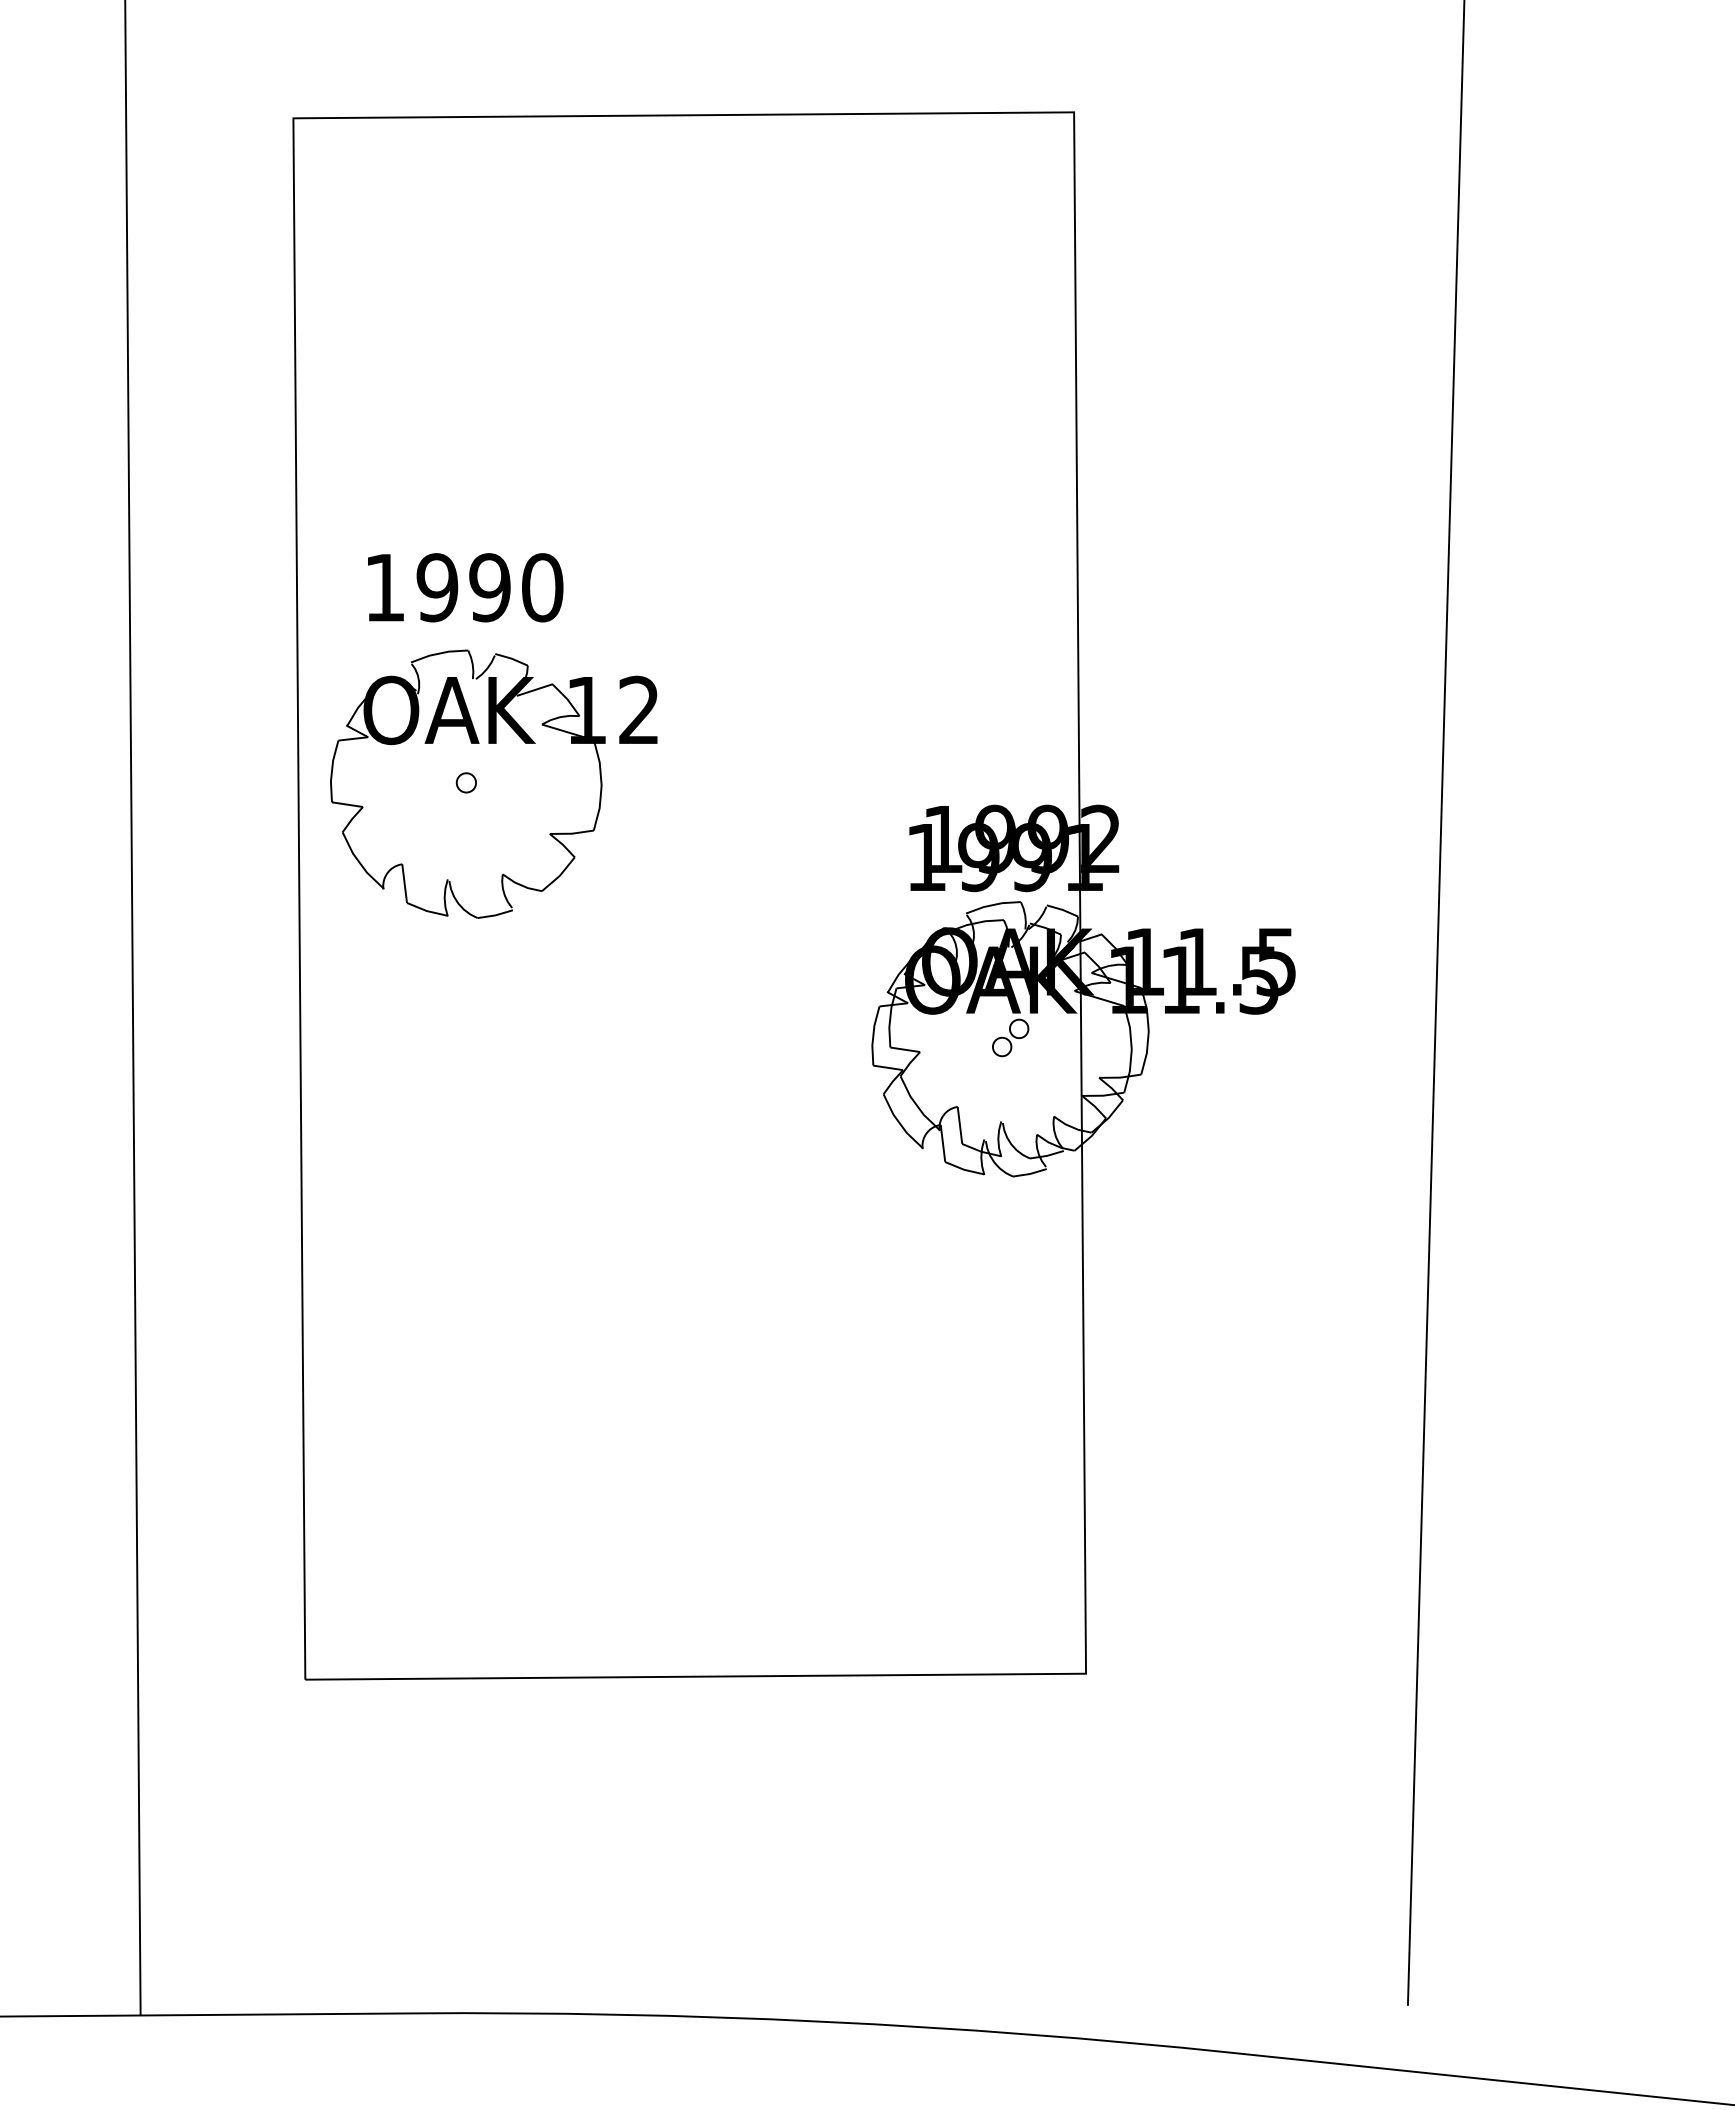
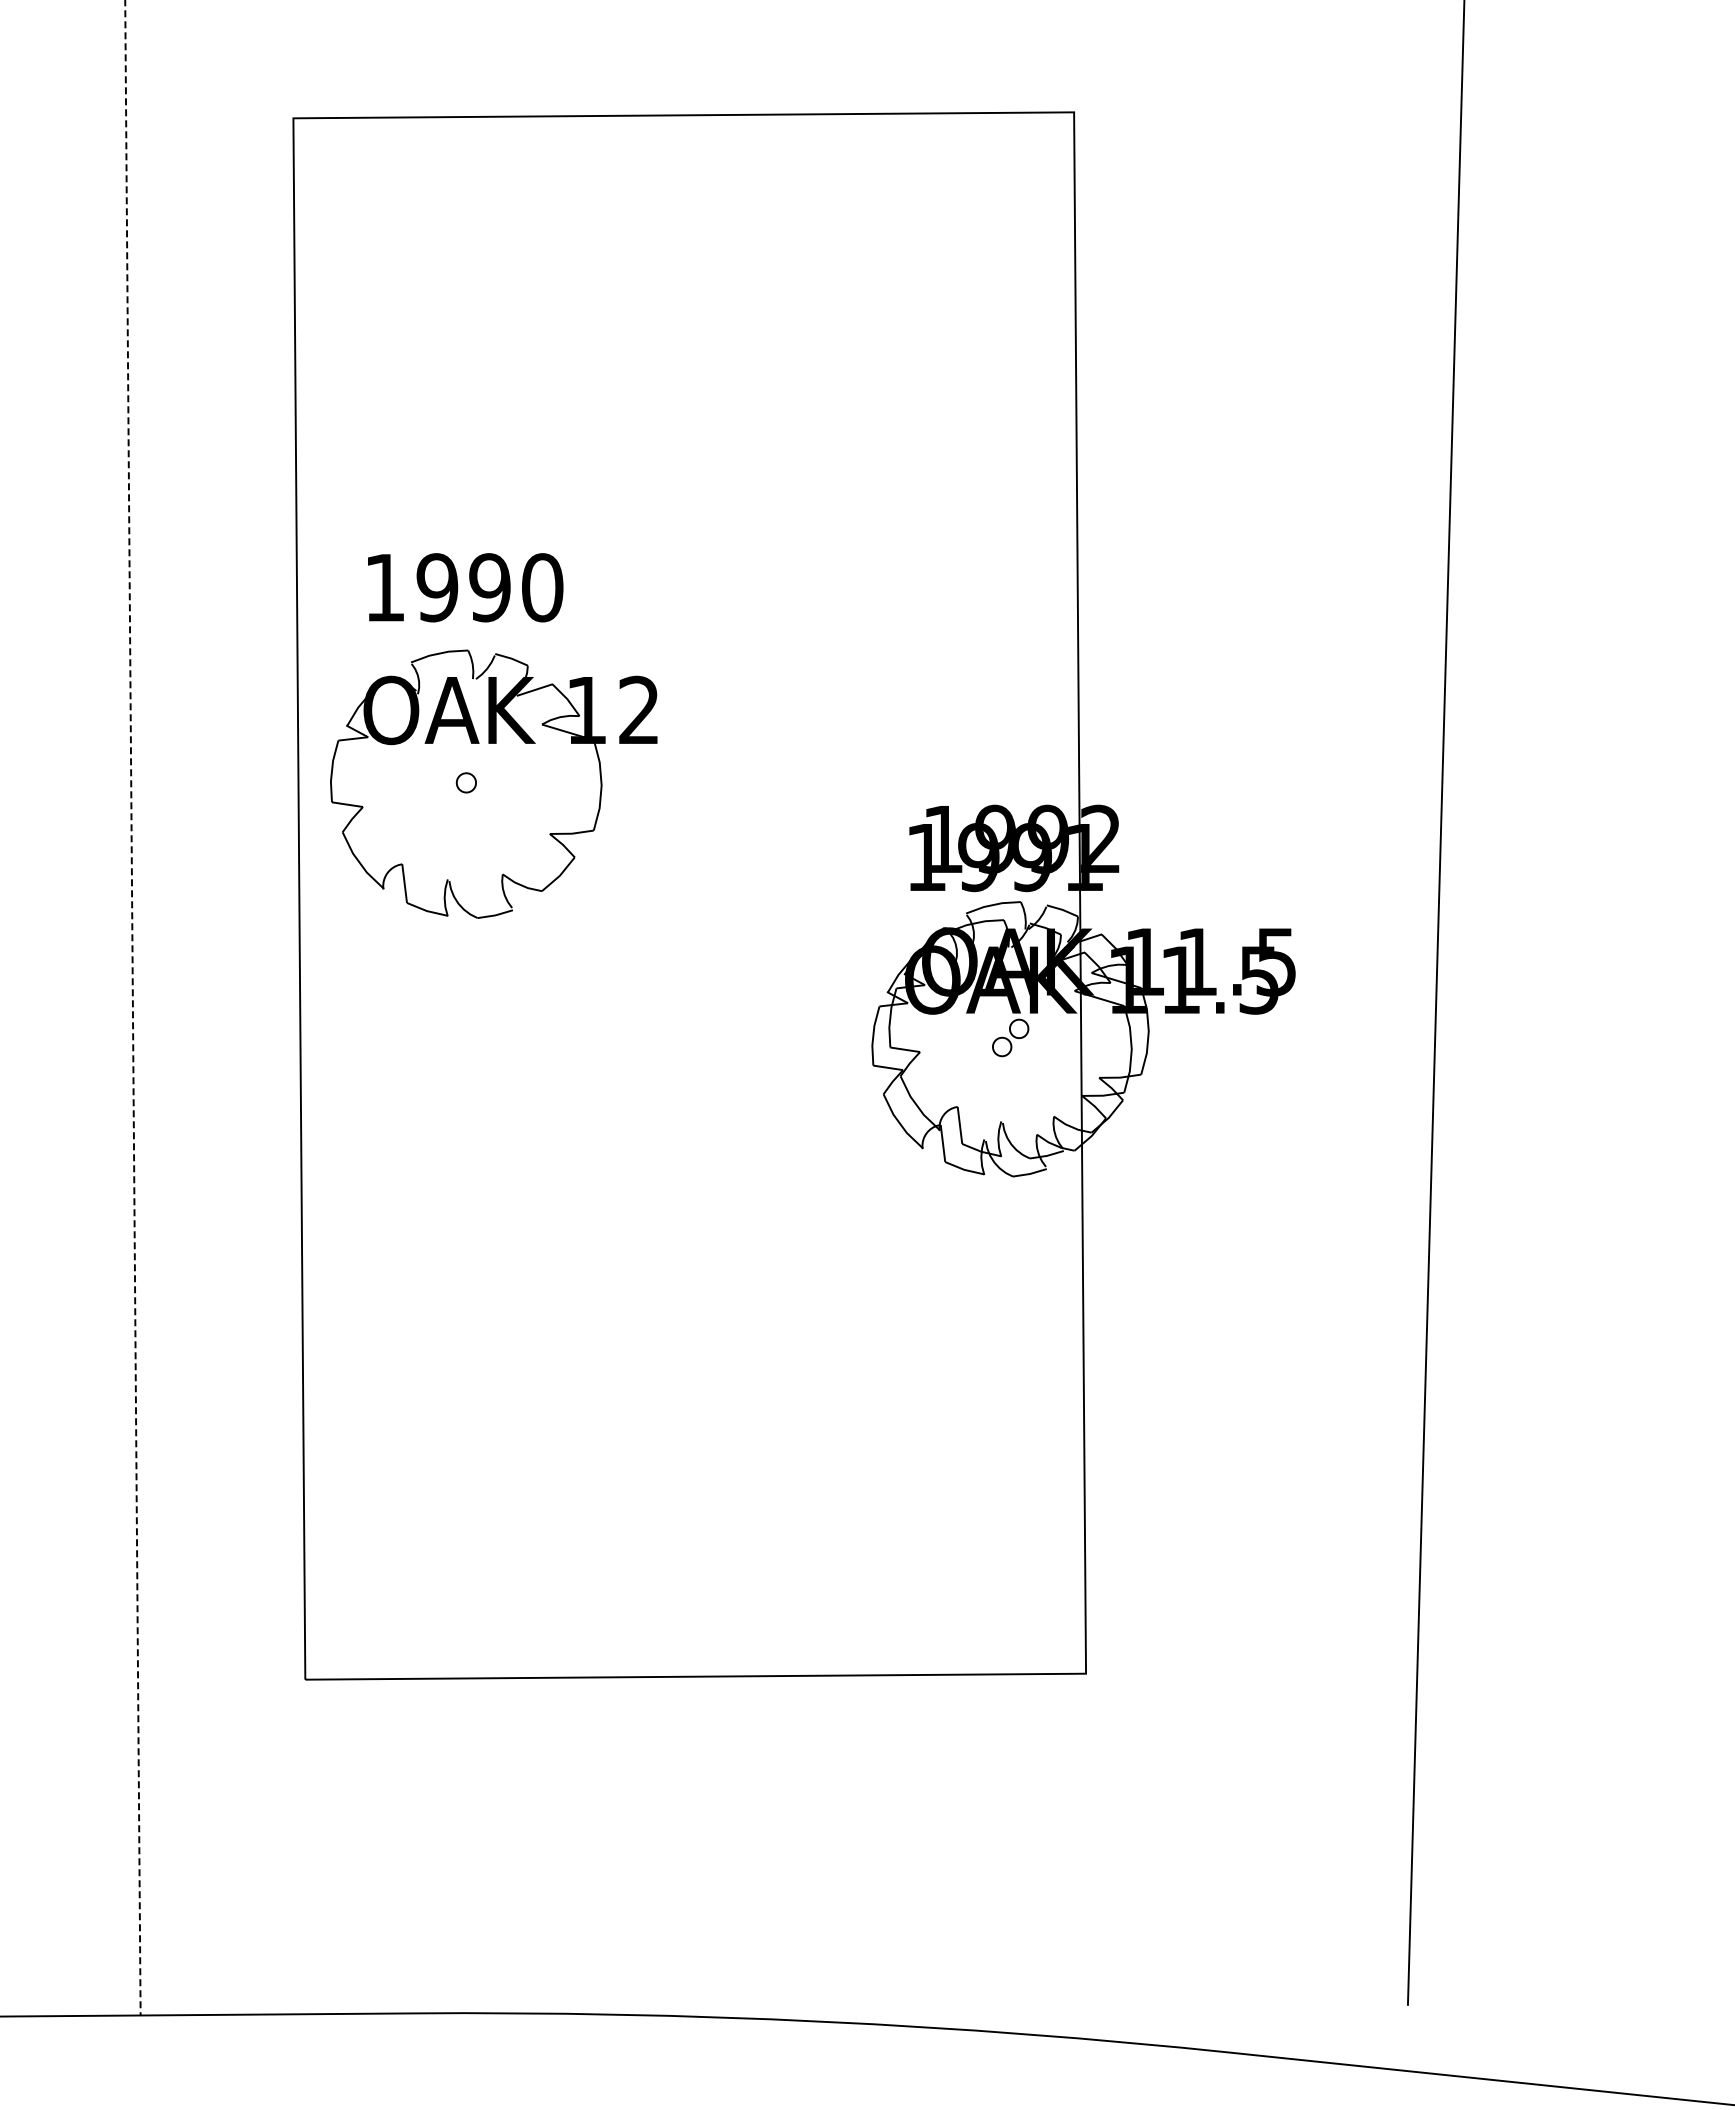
line at (132, 1007): solid -> dashed
